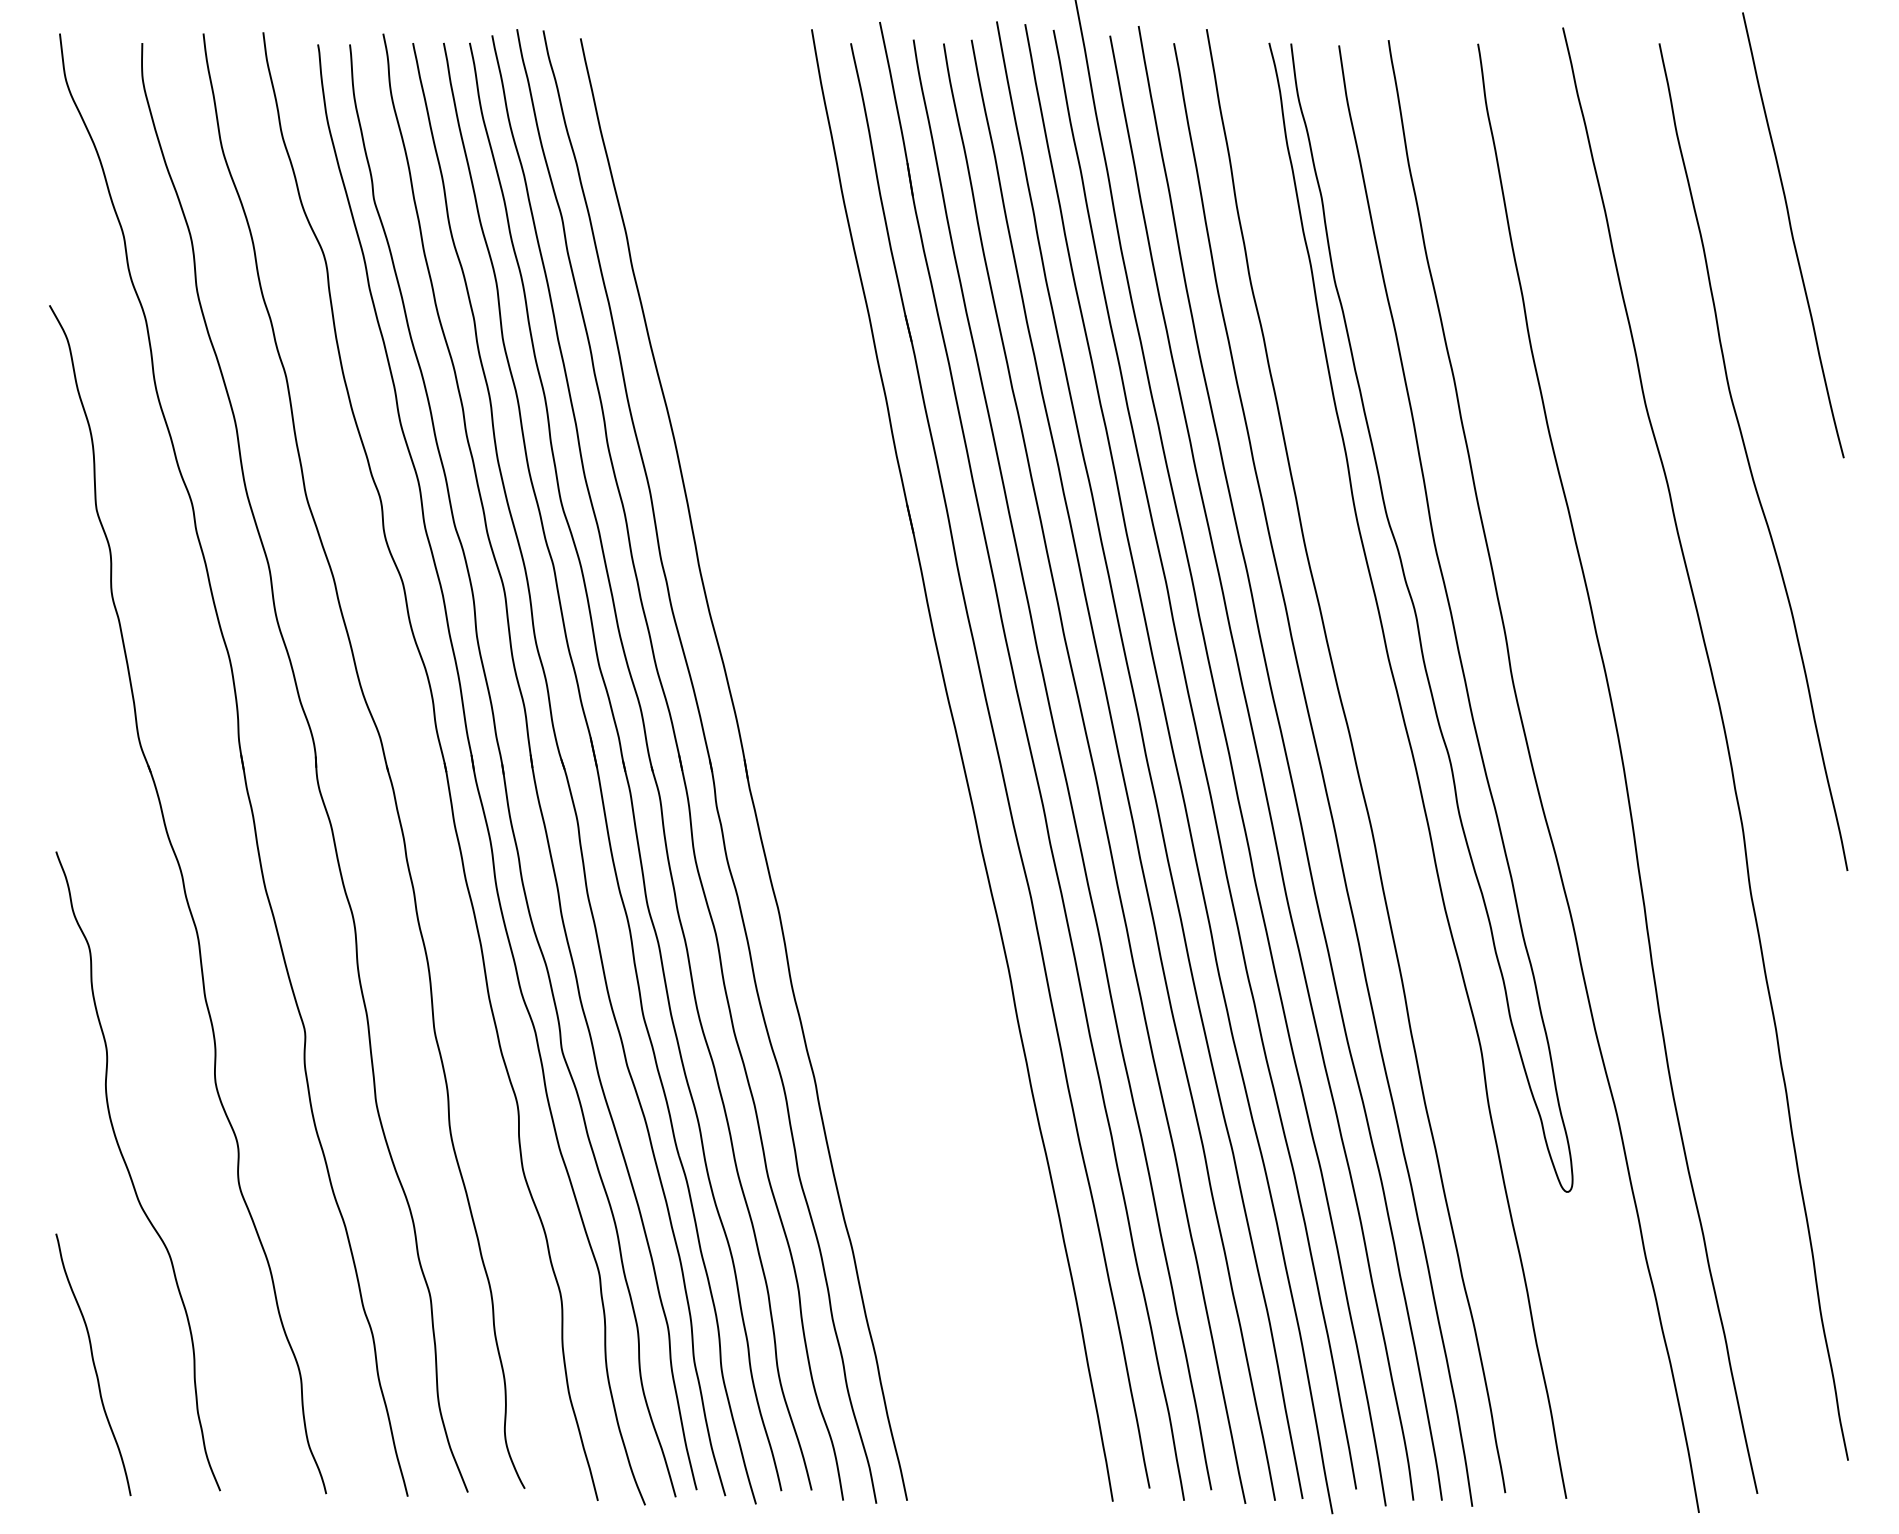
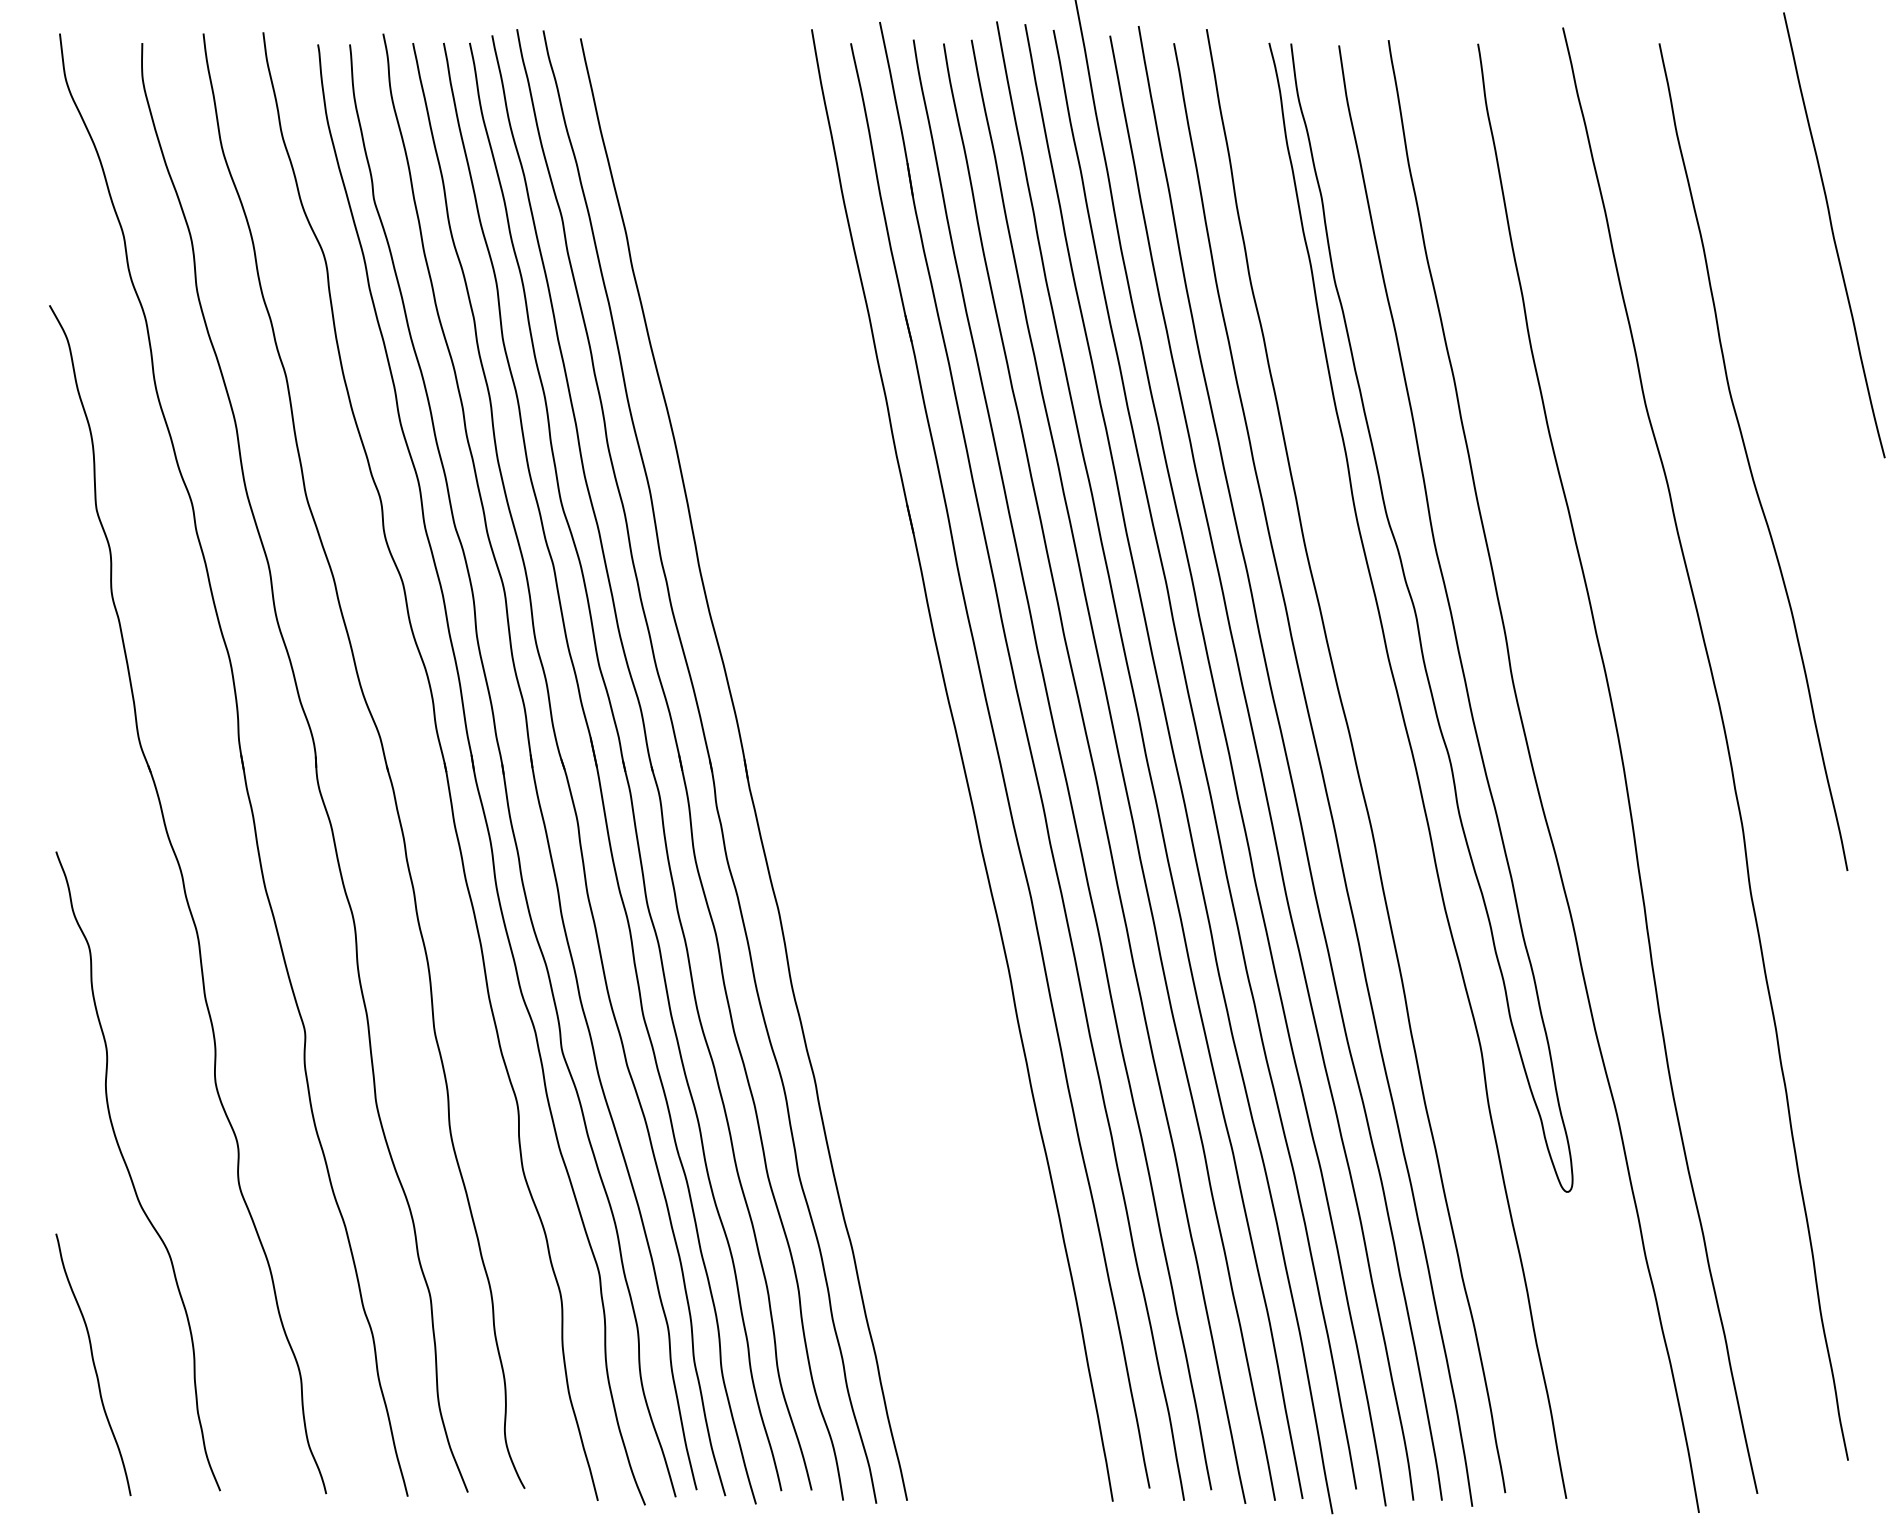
curve at (1793, 235) position: (1793, 235) -> (1834, 235)
